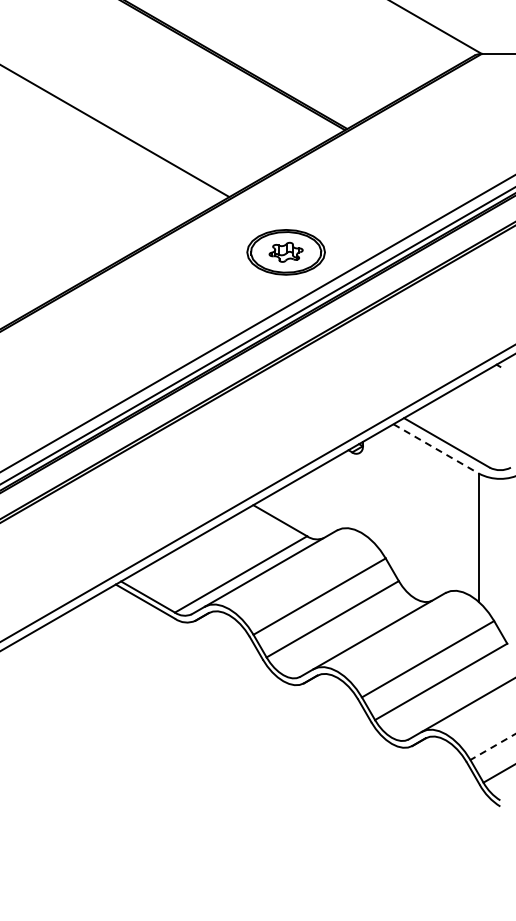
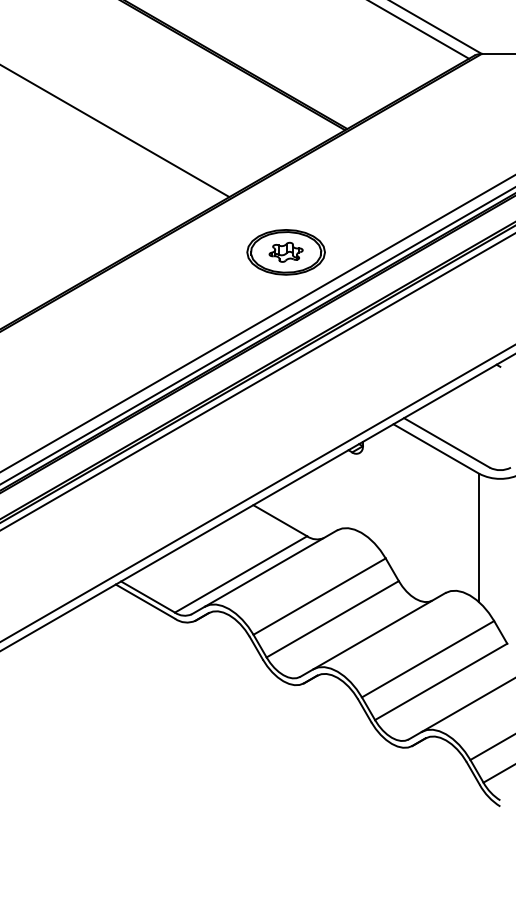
line at (420, 30): none -> present
line at (257, 381): none -> present
line at (436, 449): dashed -> solid
line at (492, 747): dashed -> solid
